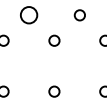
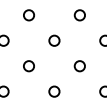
circle at (29, 15) size: 19x19 px -> 12x13 px
circle at (28, 66): none -> present
circle at (79, 66): none -> present
